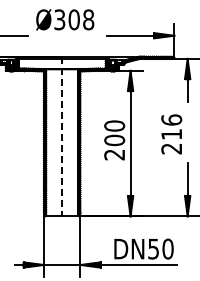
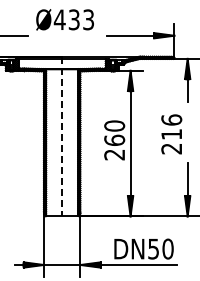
text at (73, 19): Ø308 -> Ø433
text at (114, 140): 200 -> 260
